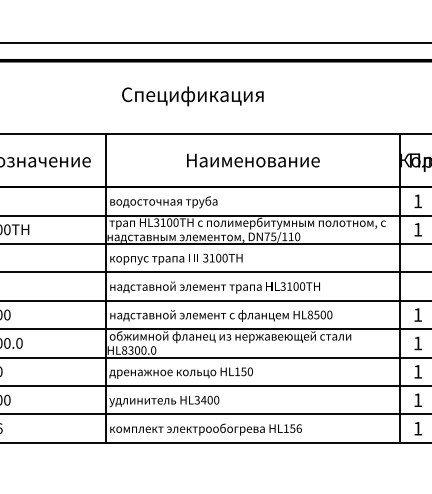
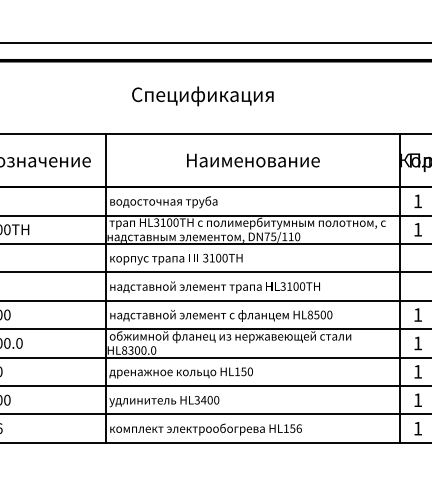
text at (192, 96) position: (192, 96) -> (202, 96)
